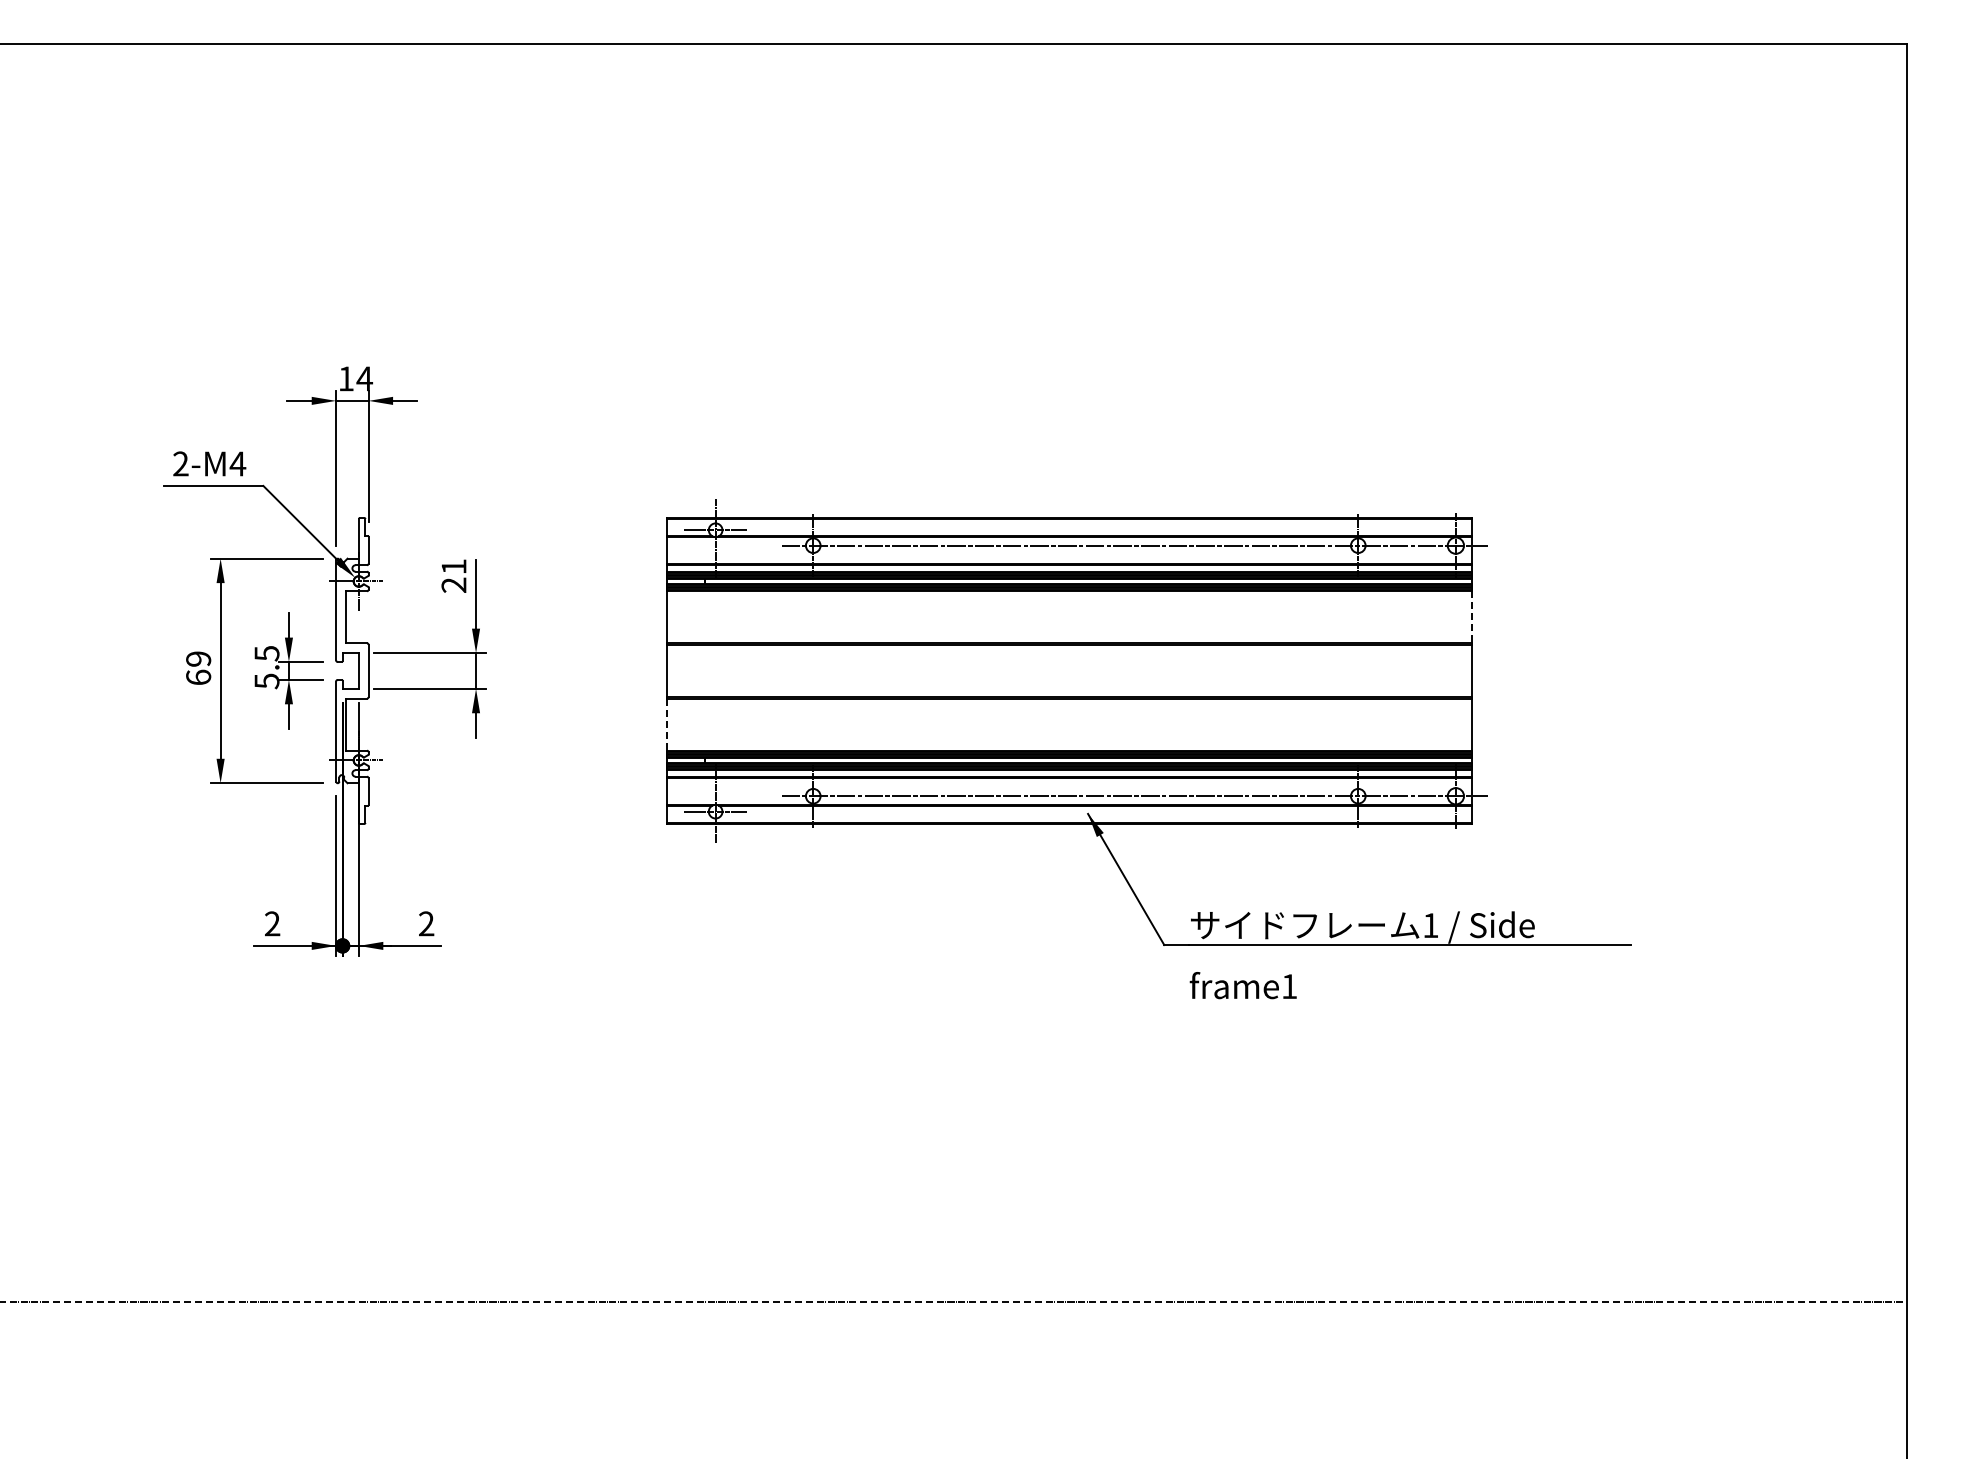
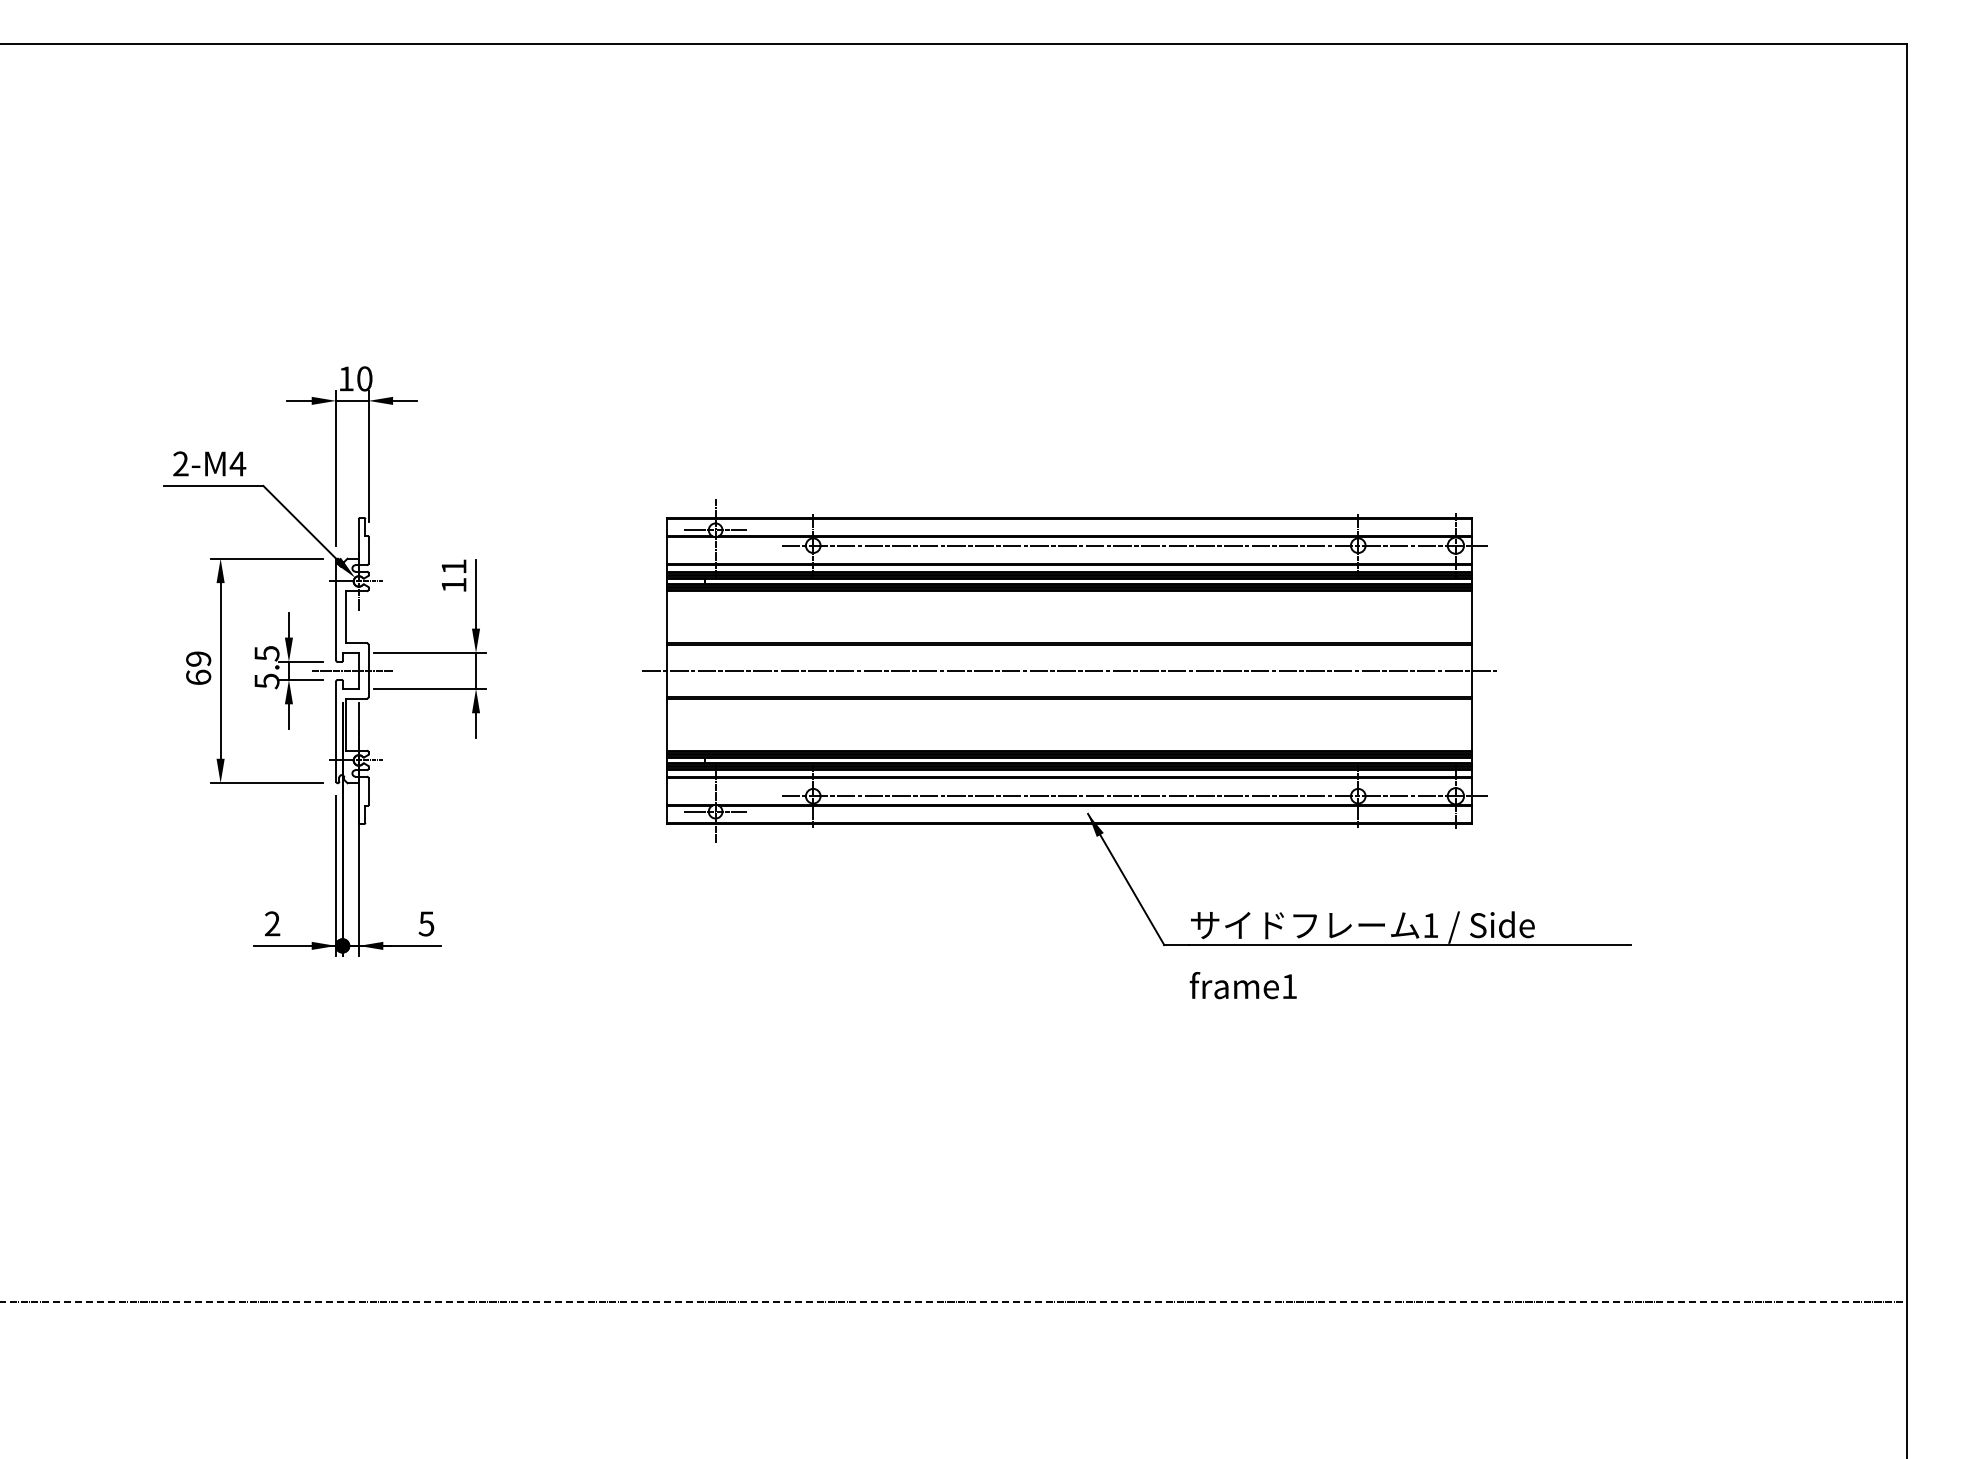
text at (364, 378): 14 -> 10
text at (453, 584): 21 -> 11
line at (1472, 617): dashed -> solid
line at (352, 670): none -> present
line at (1069, 670): none -> present
line at (666, 725): dashed -> solid
text at (426, 923): 2 -> 5
